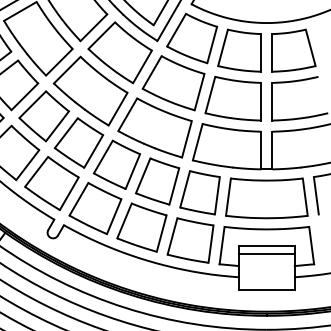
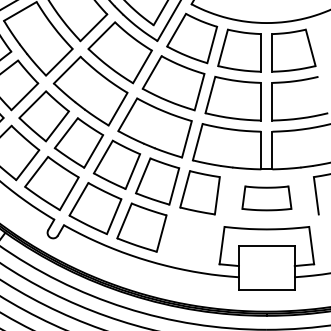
part at (266, 198) size: 84x43 px -> 52x27 px
part at (190, 240): present -> none
line at (266, 254): present -> none
